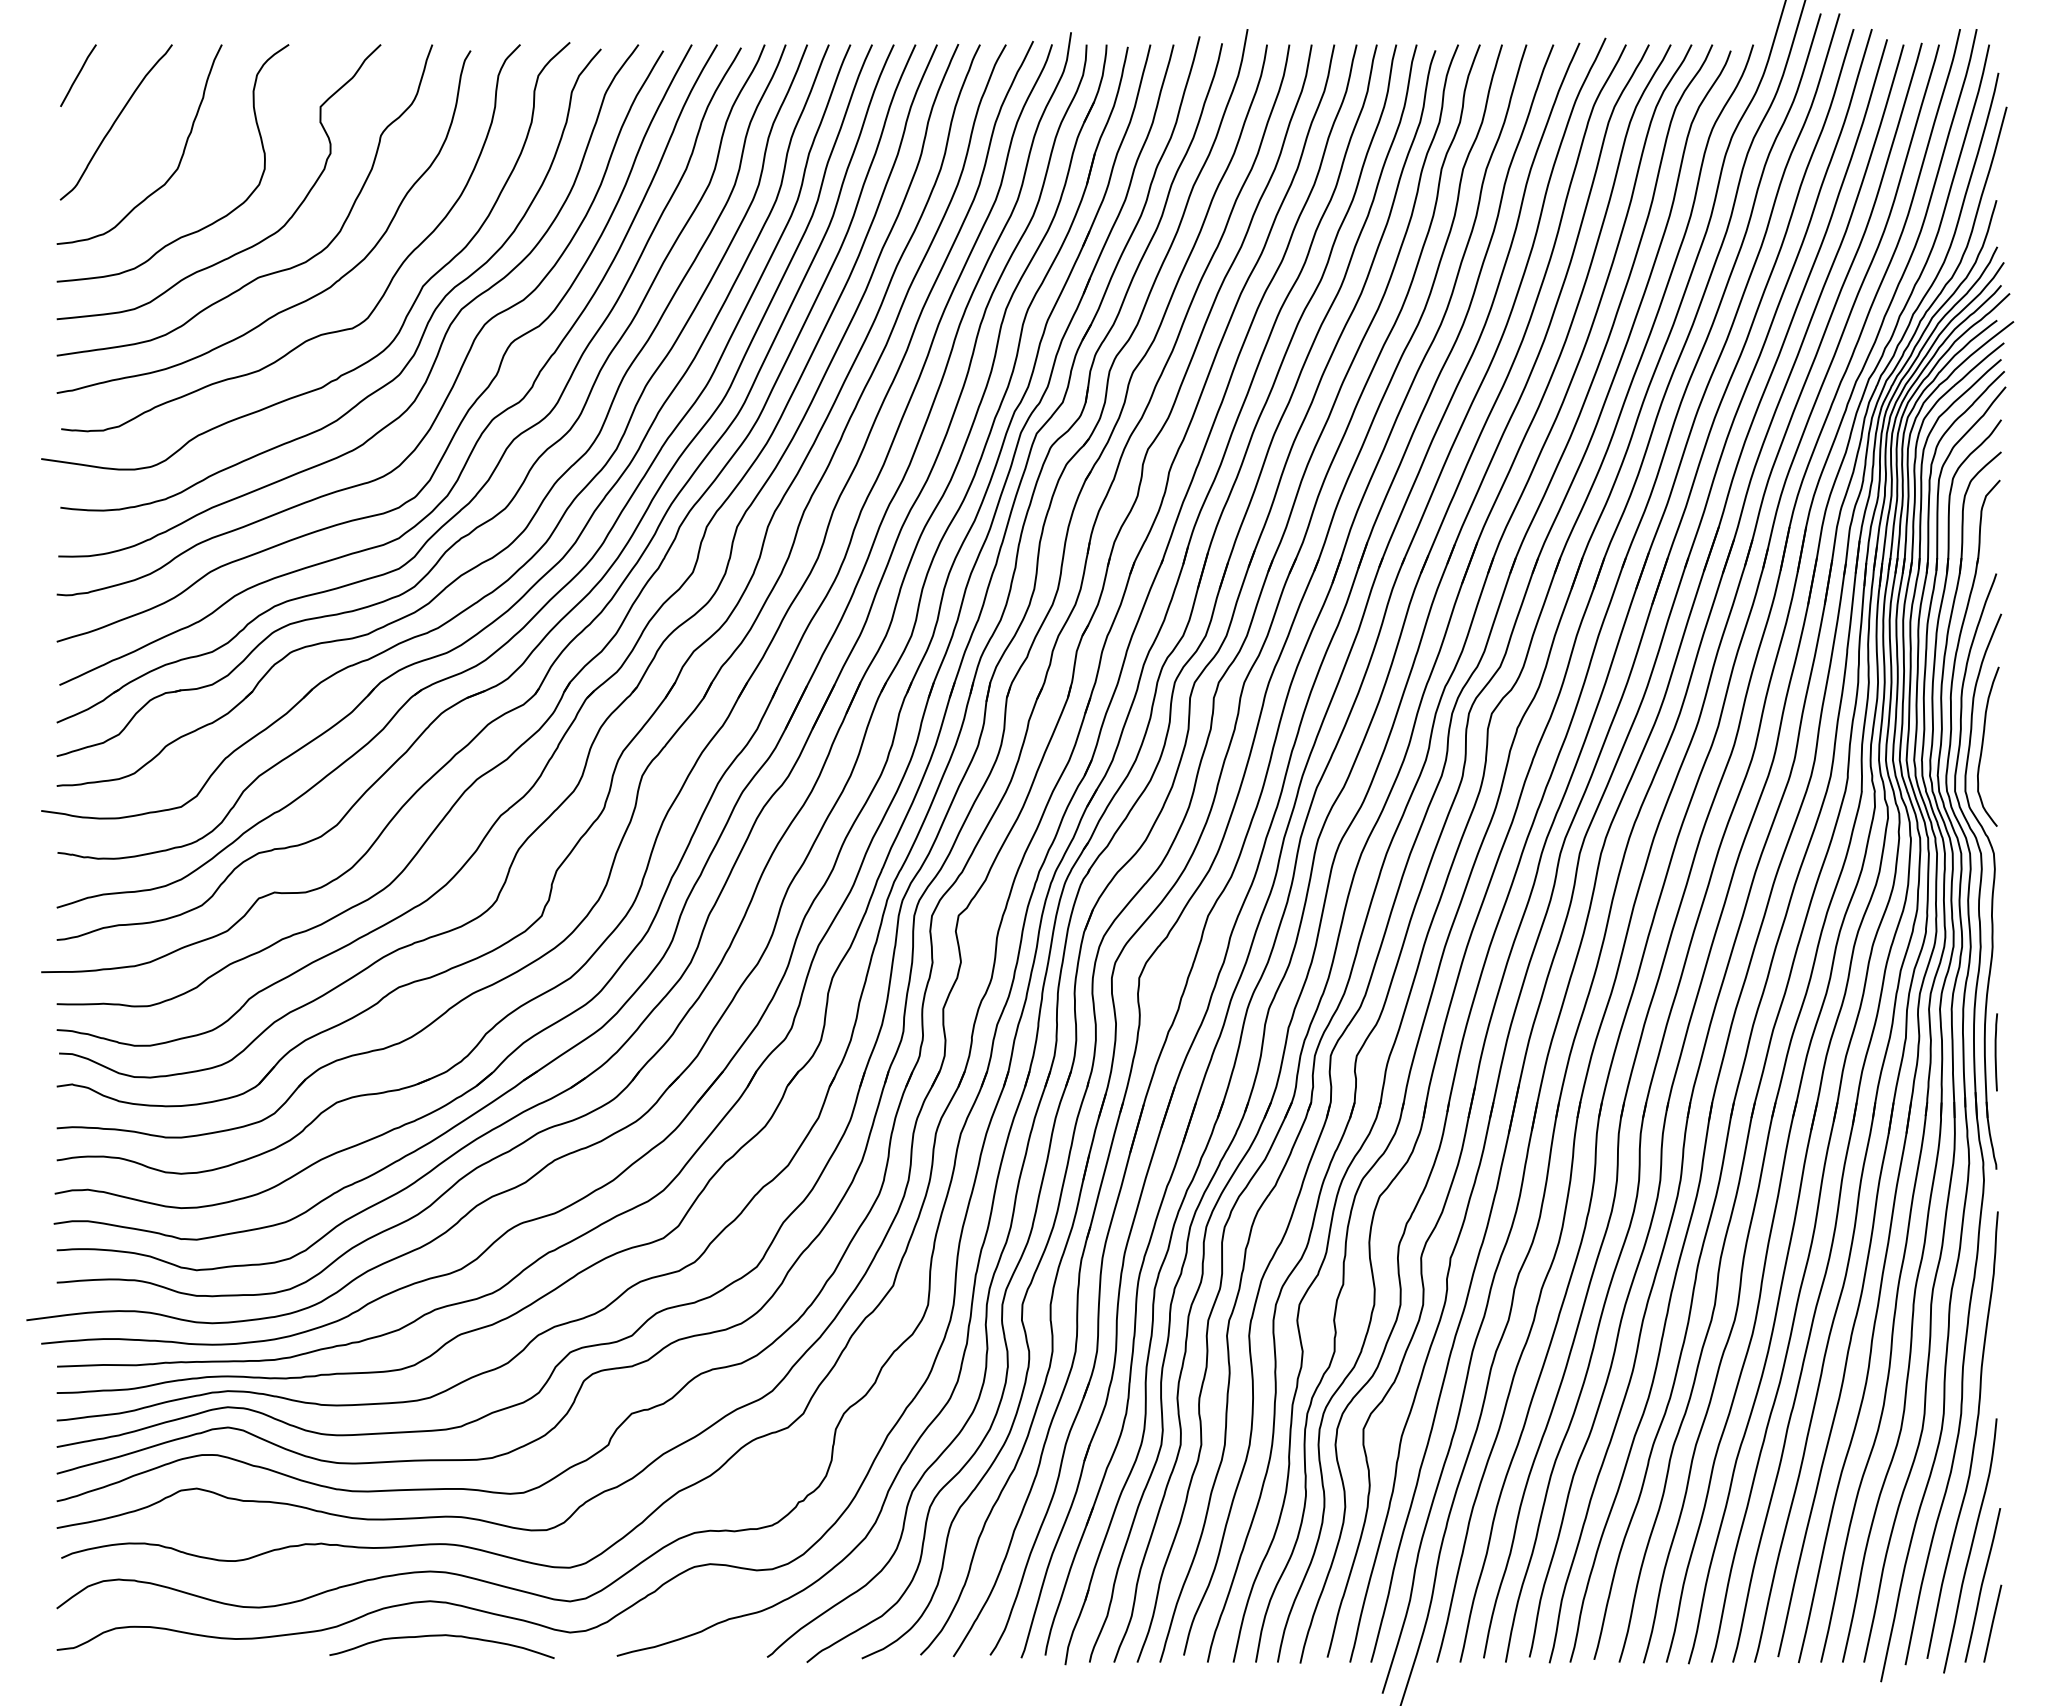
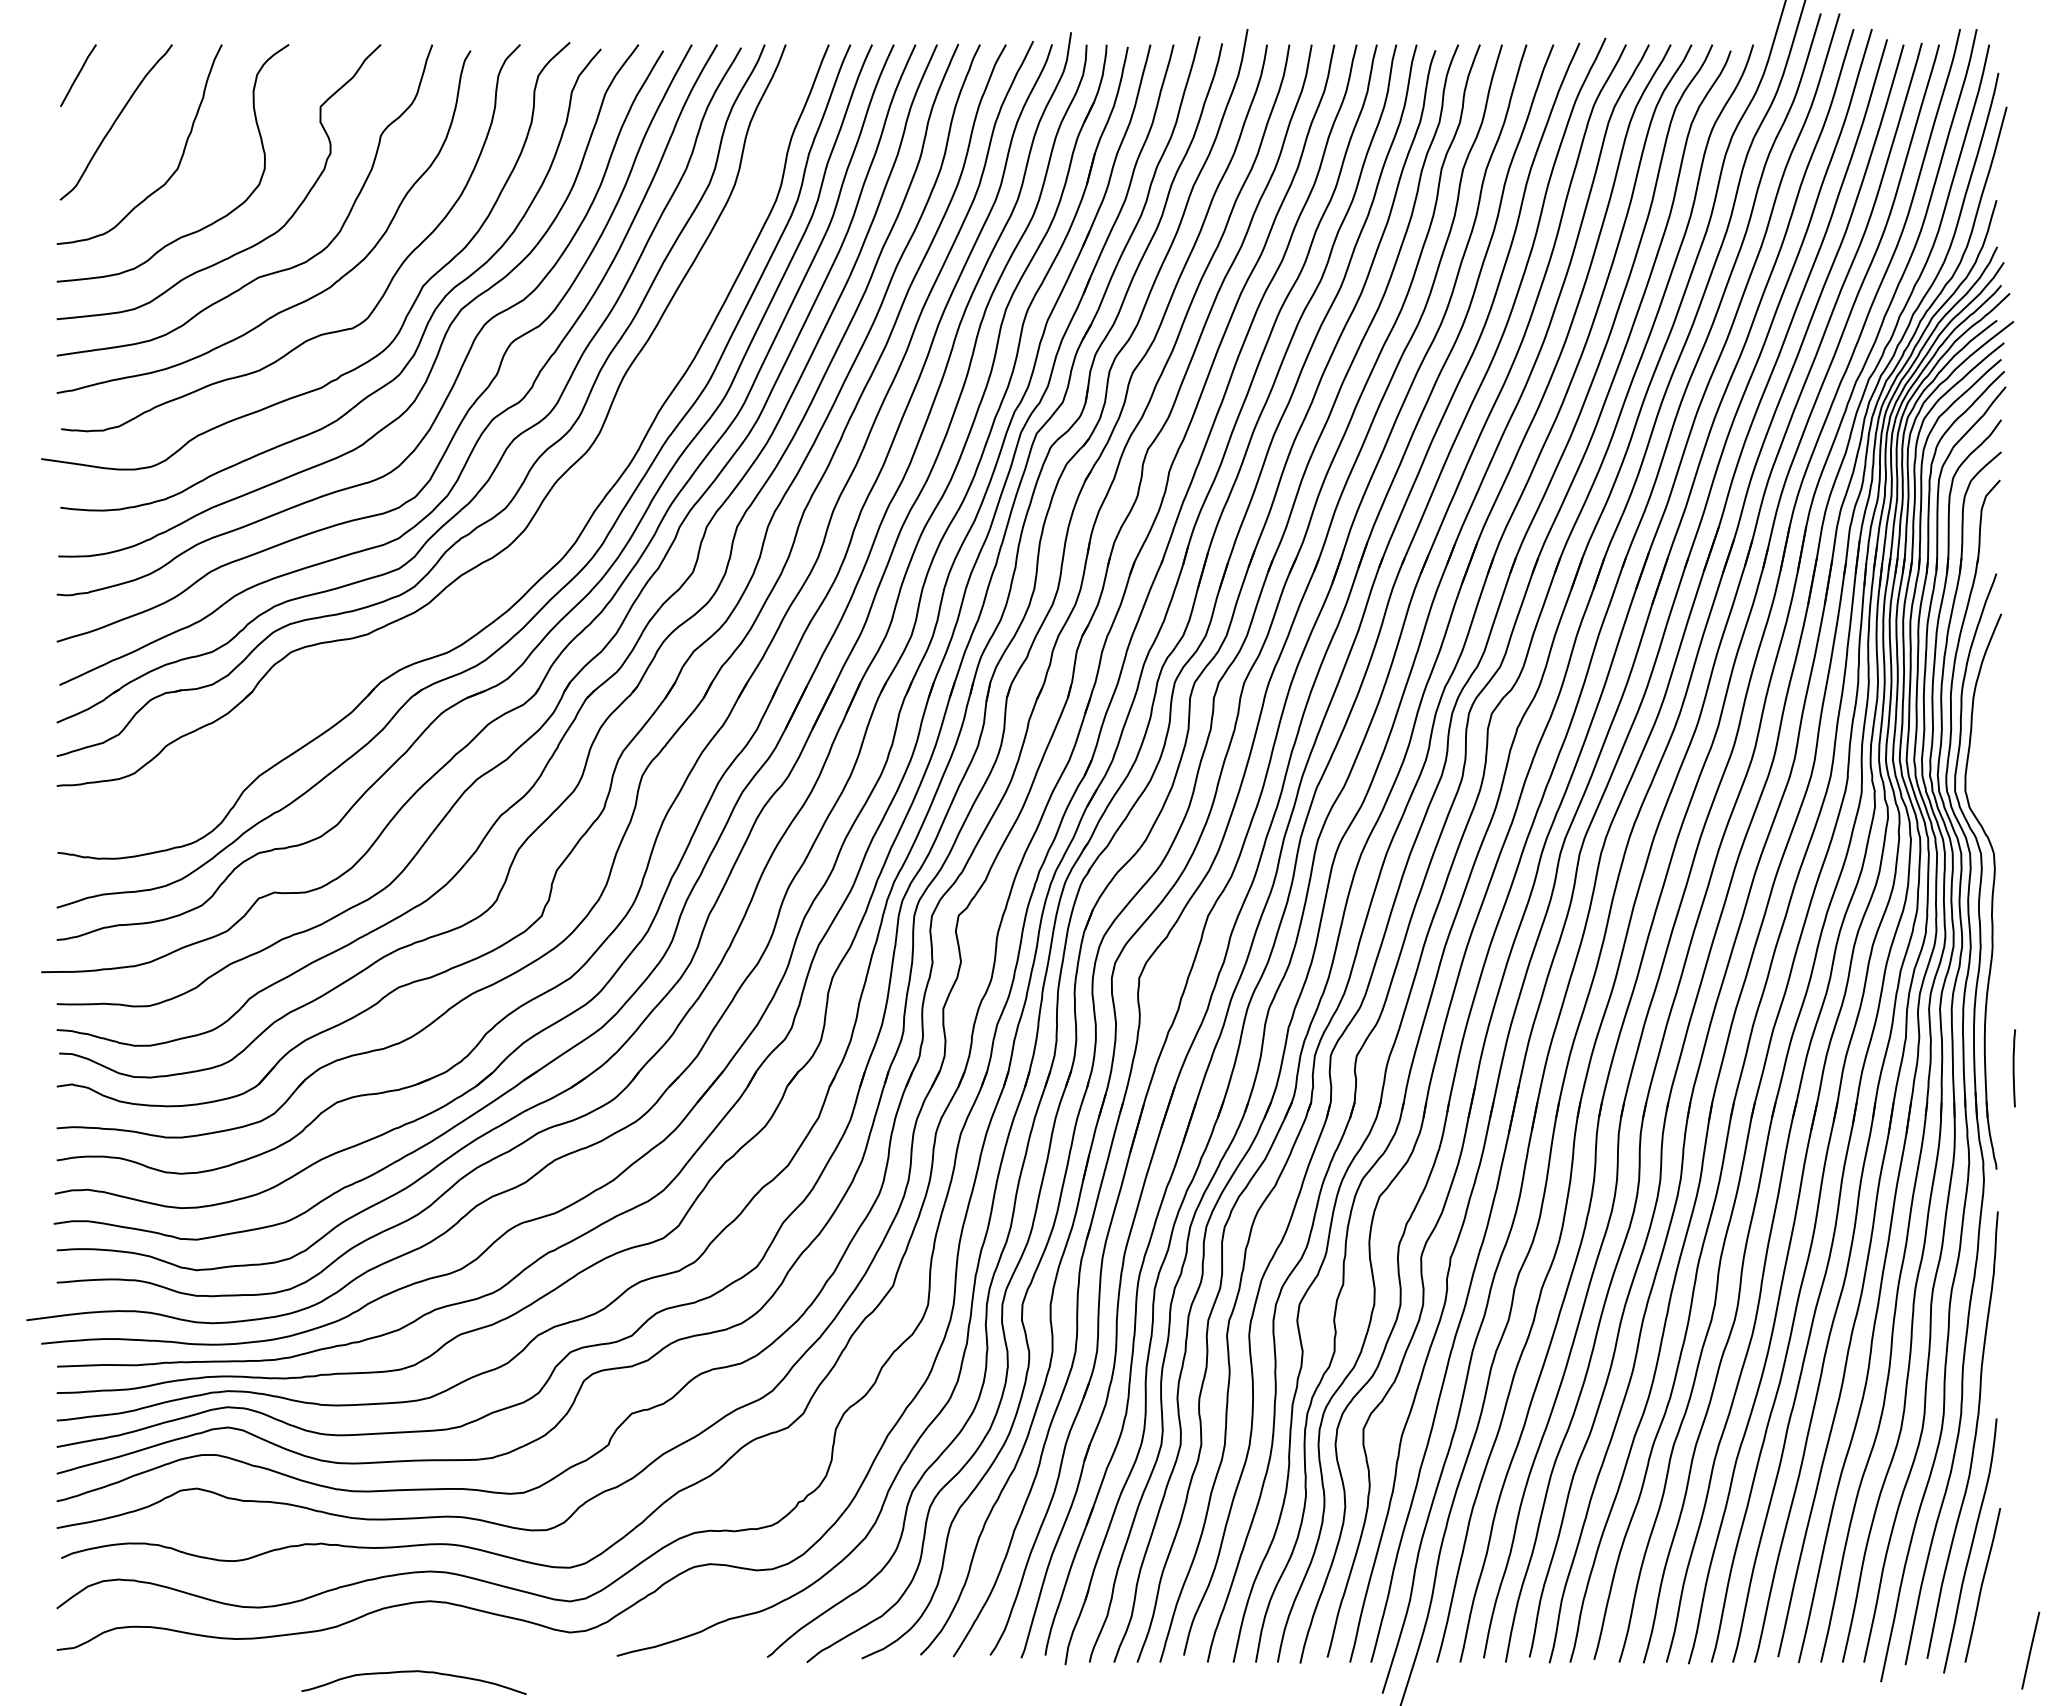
part at (562, 514): present -> none
curve at (1983, 745): present -> none
line at (1995, 1052) position: (1995, 1052) -> (2013, 1068)
line at (1992, 1623) position: (1992, 1623) -> (2030, 1650)
curve at (441, 1636) position: (441, 1636) -> (413, 1672)
